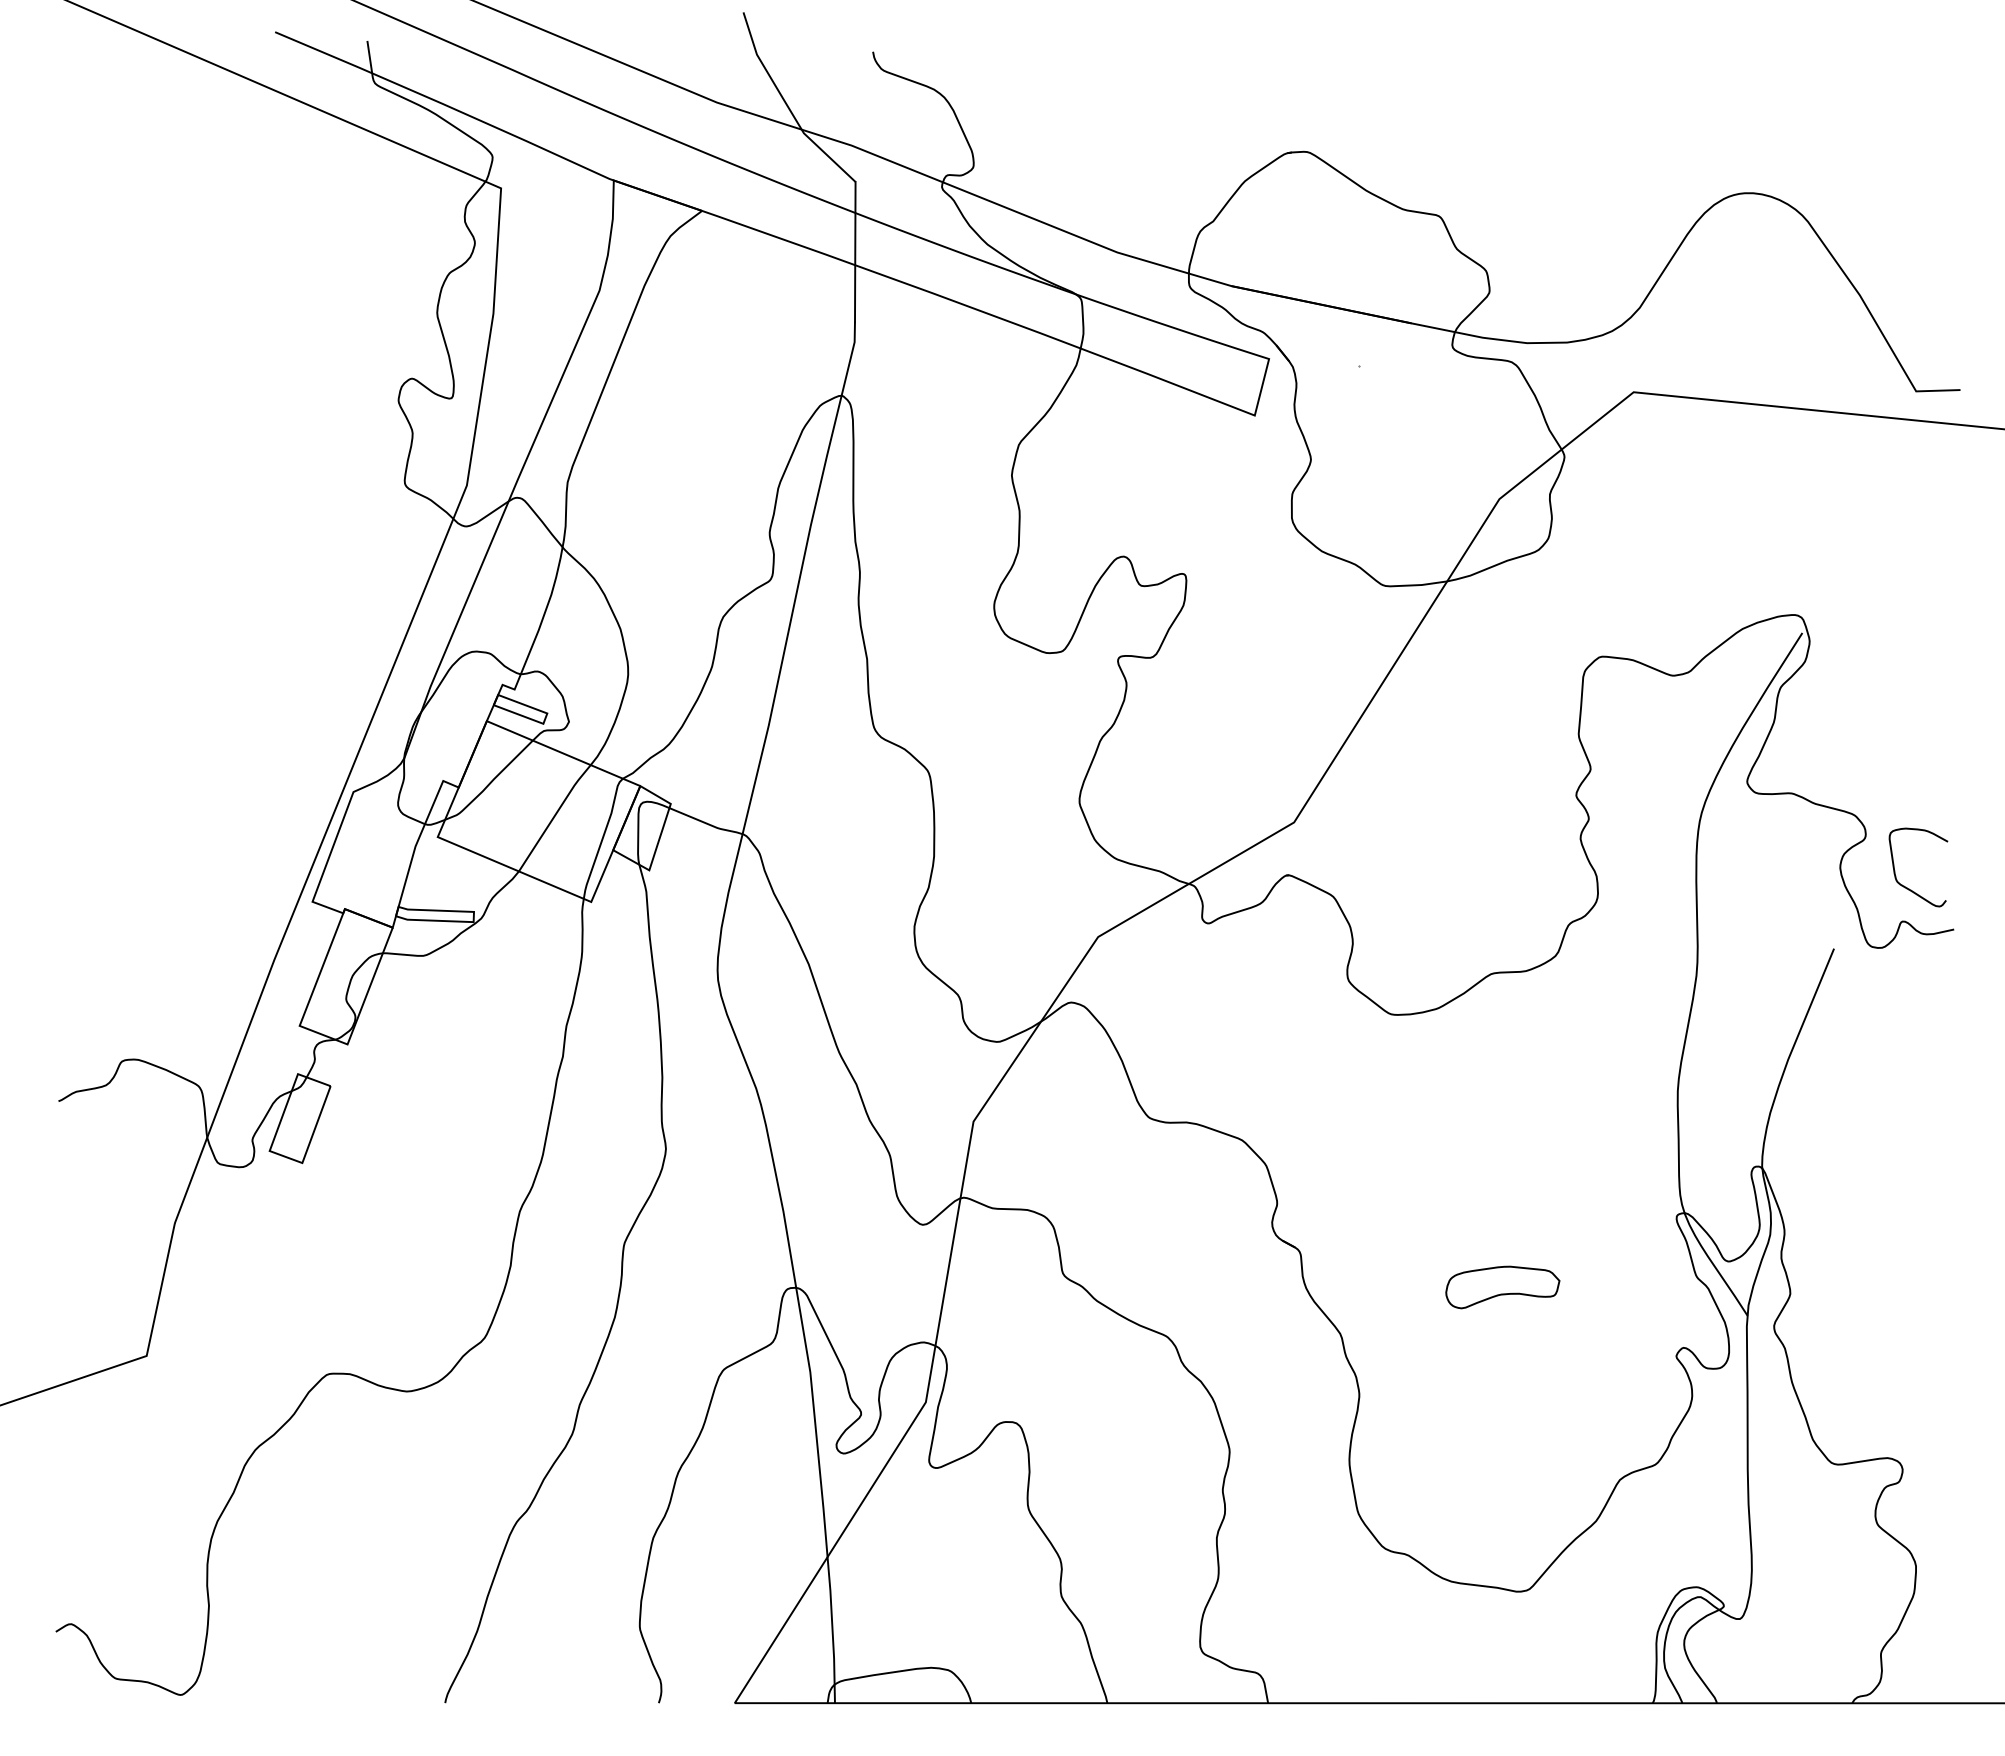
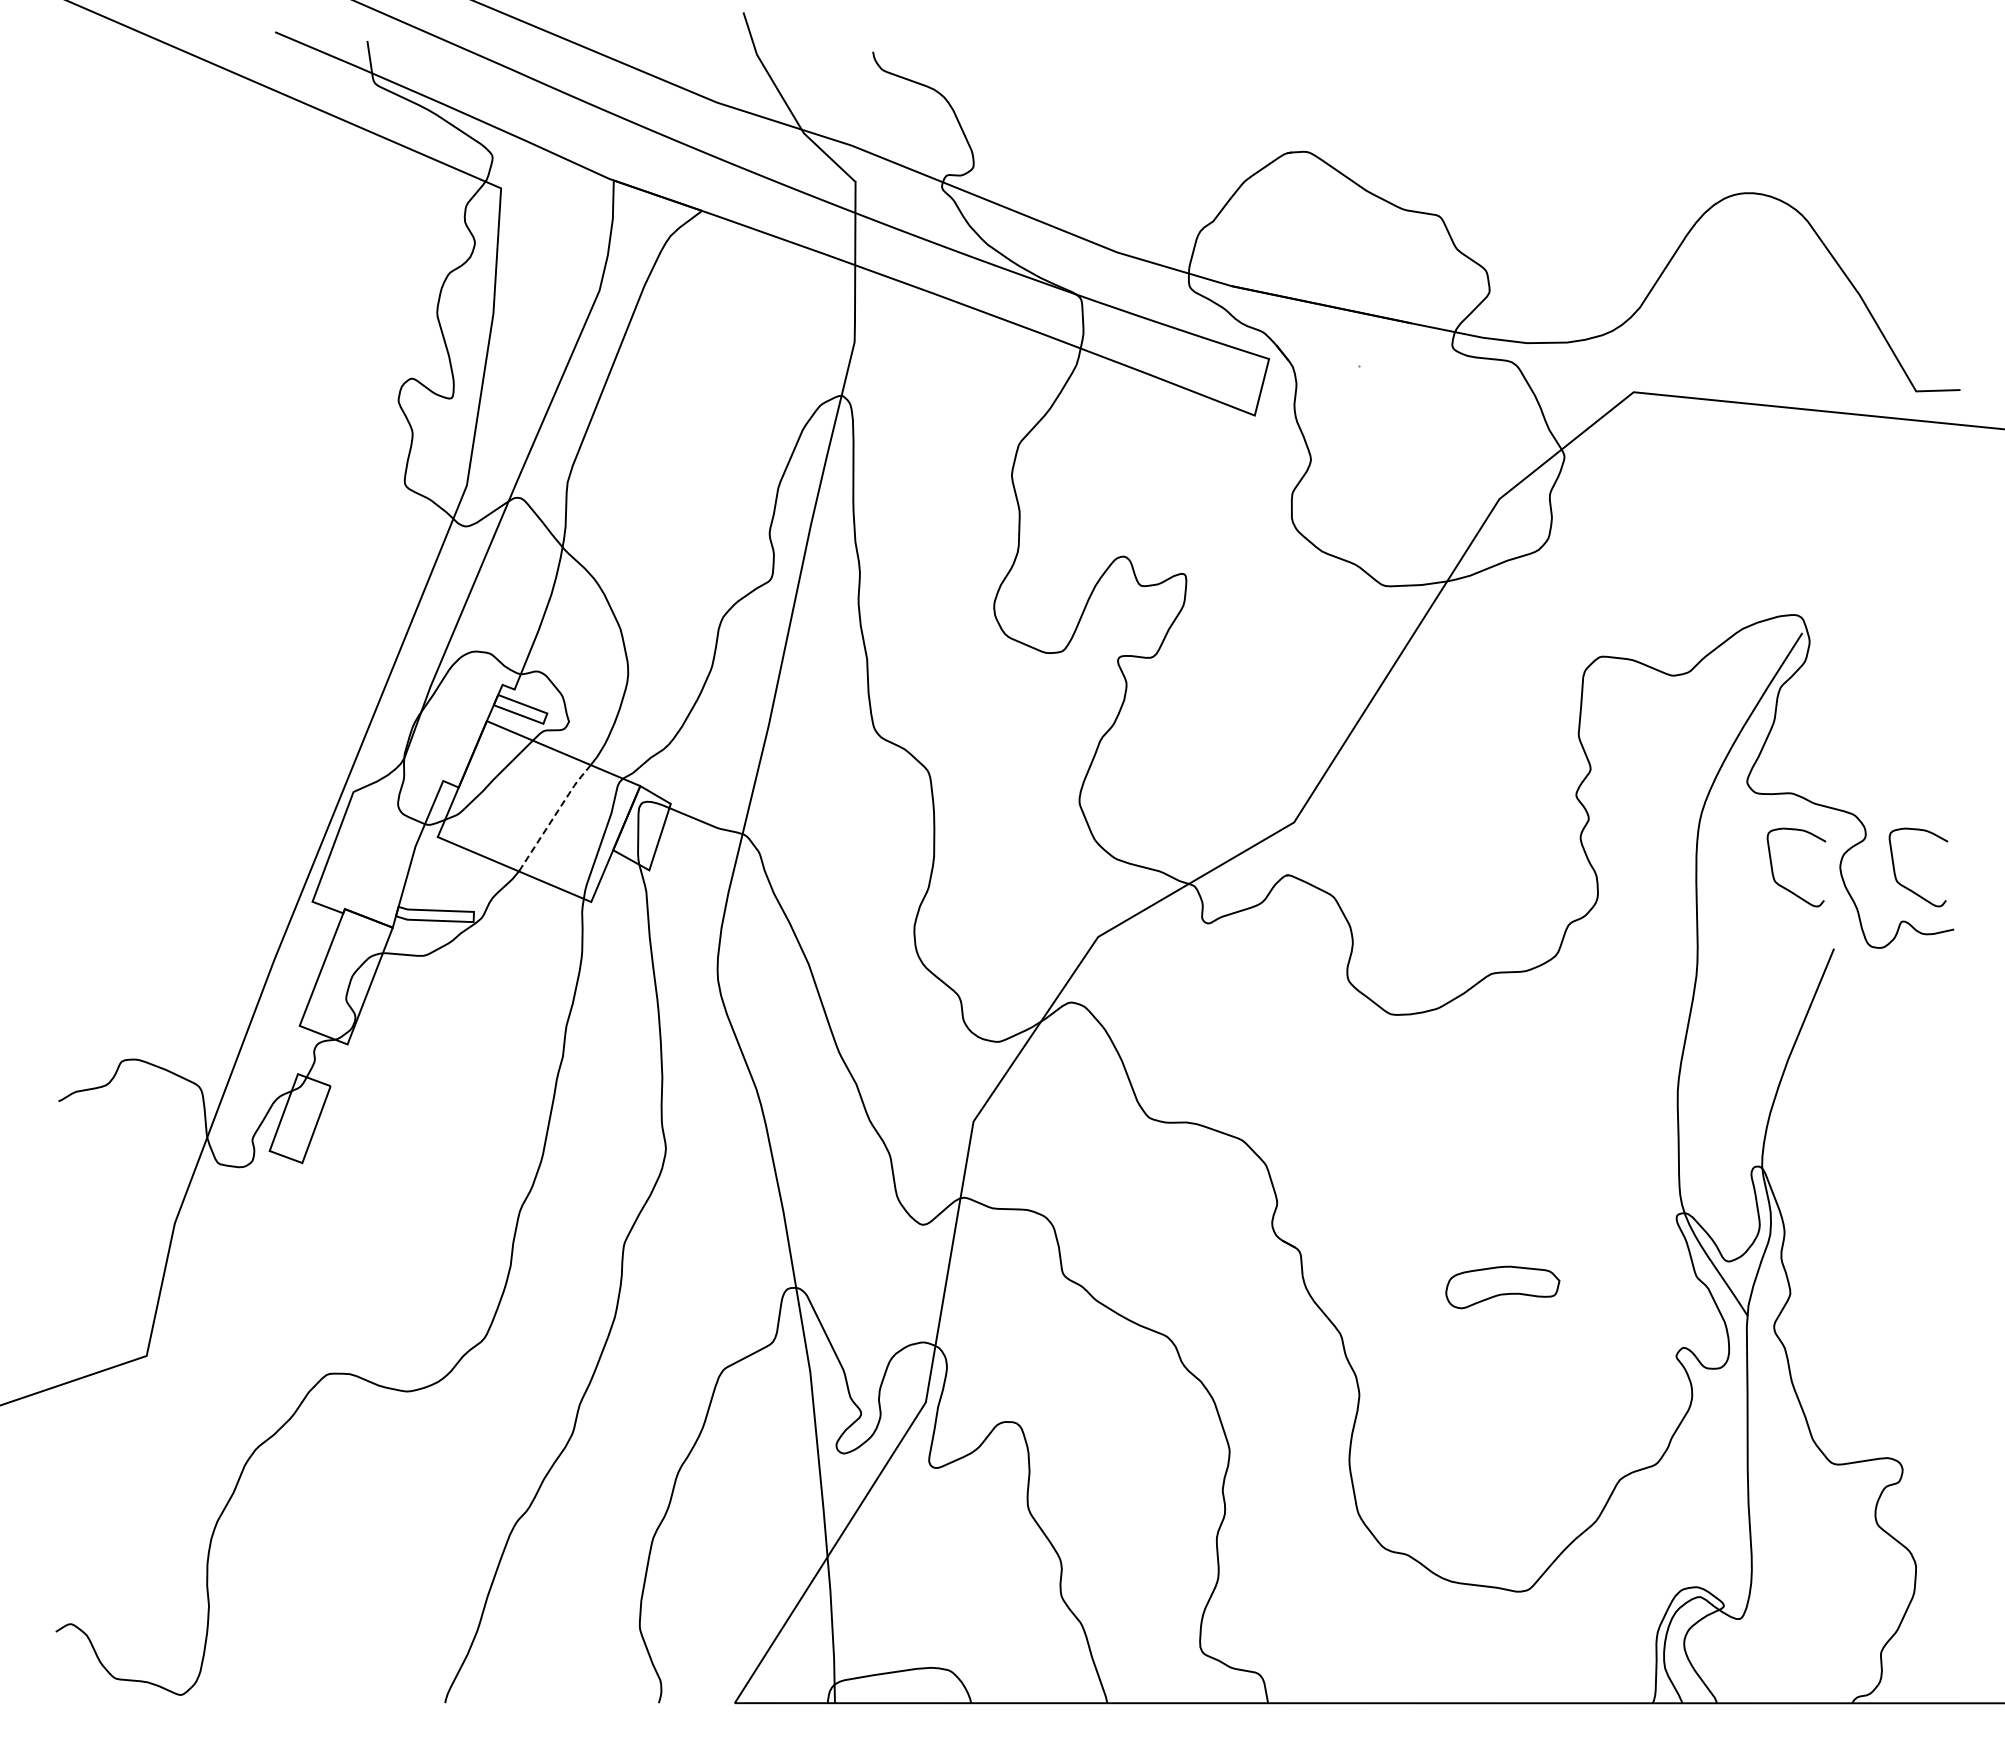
line at (554, 816): solid -> dashed
curve at (1782, 885): none -> present
